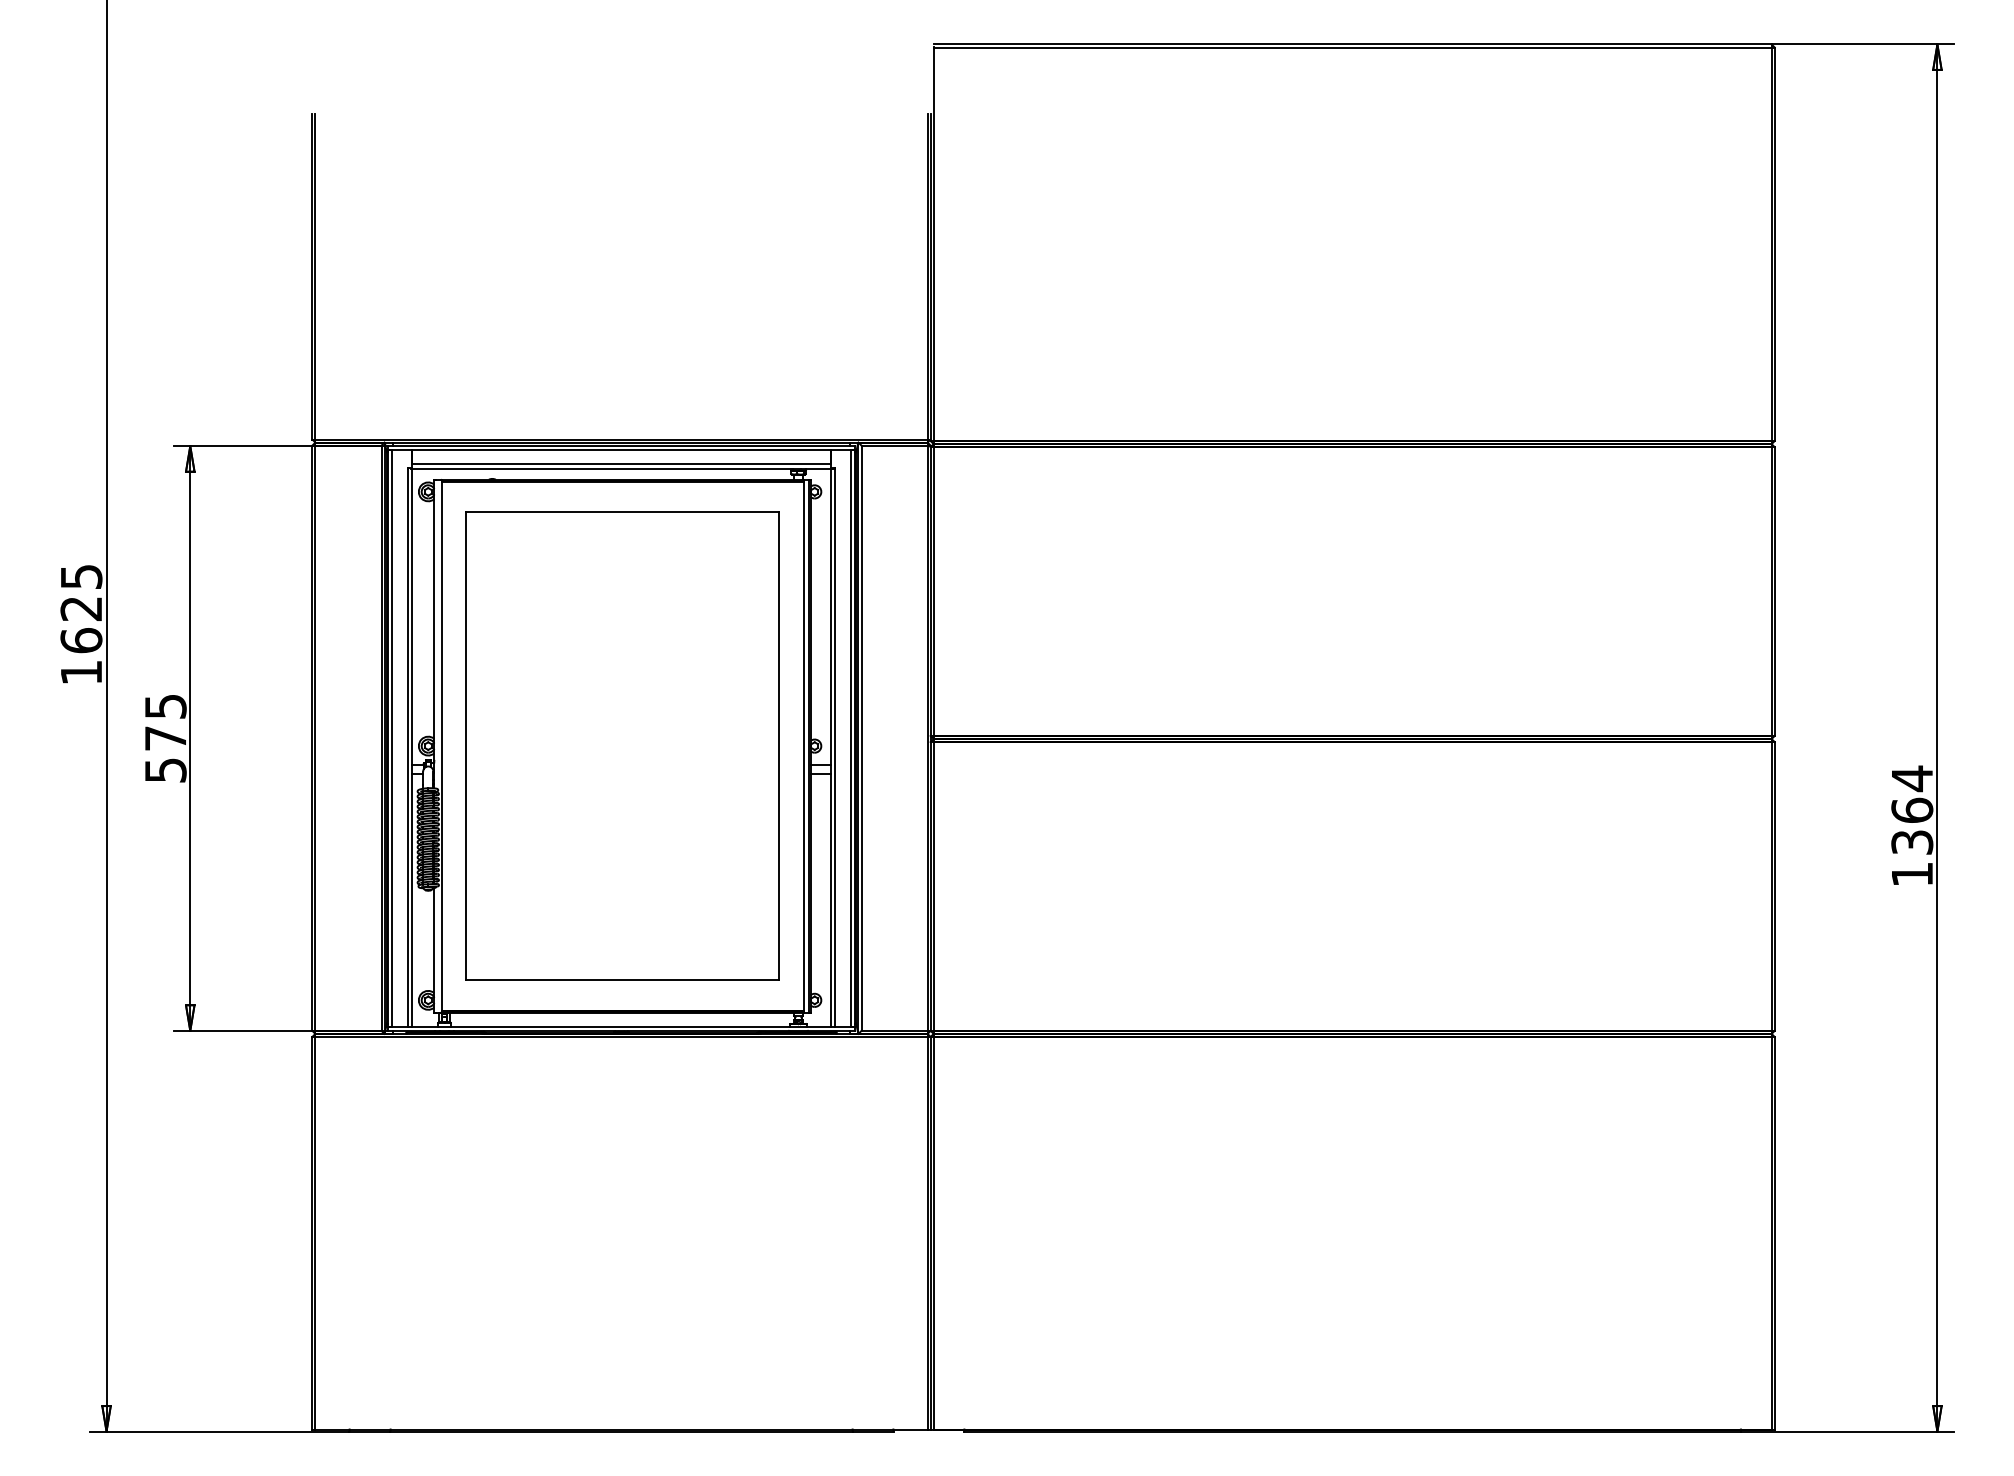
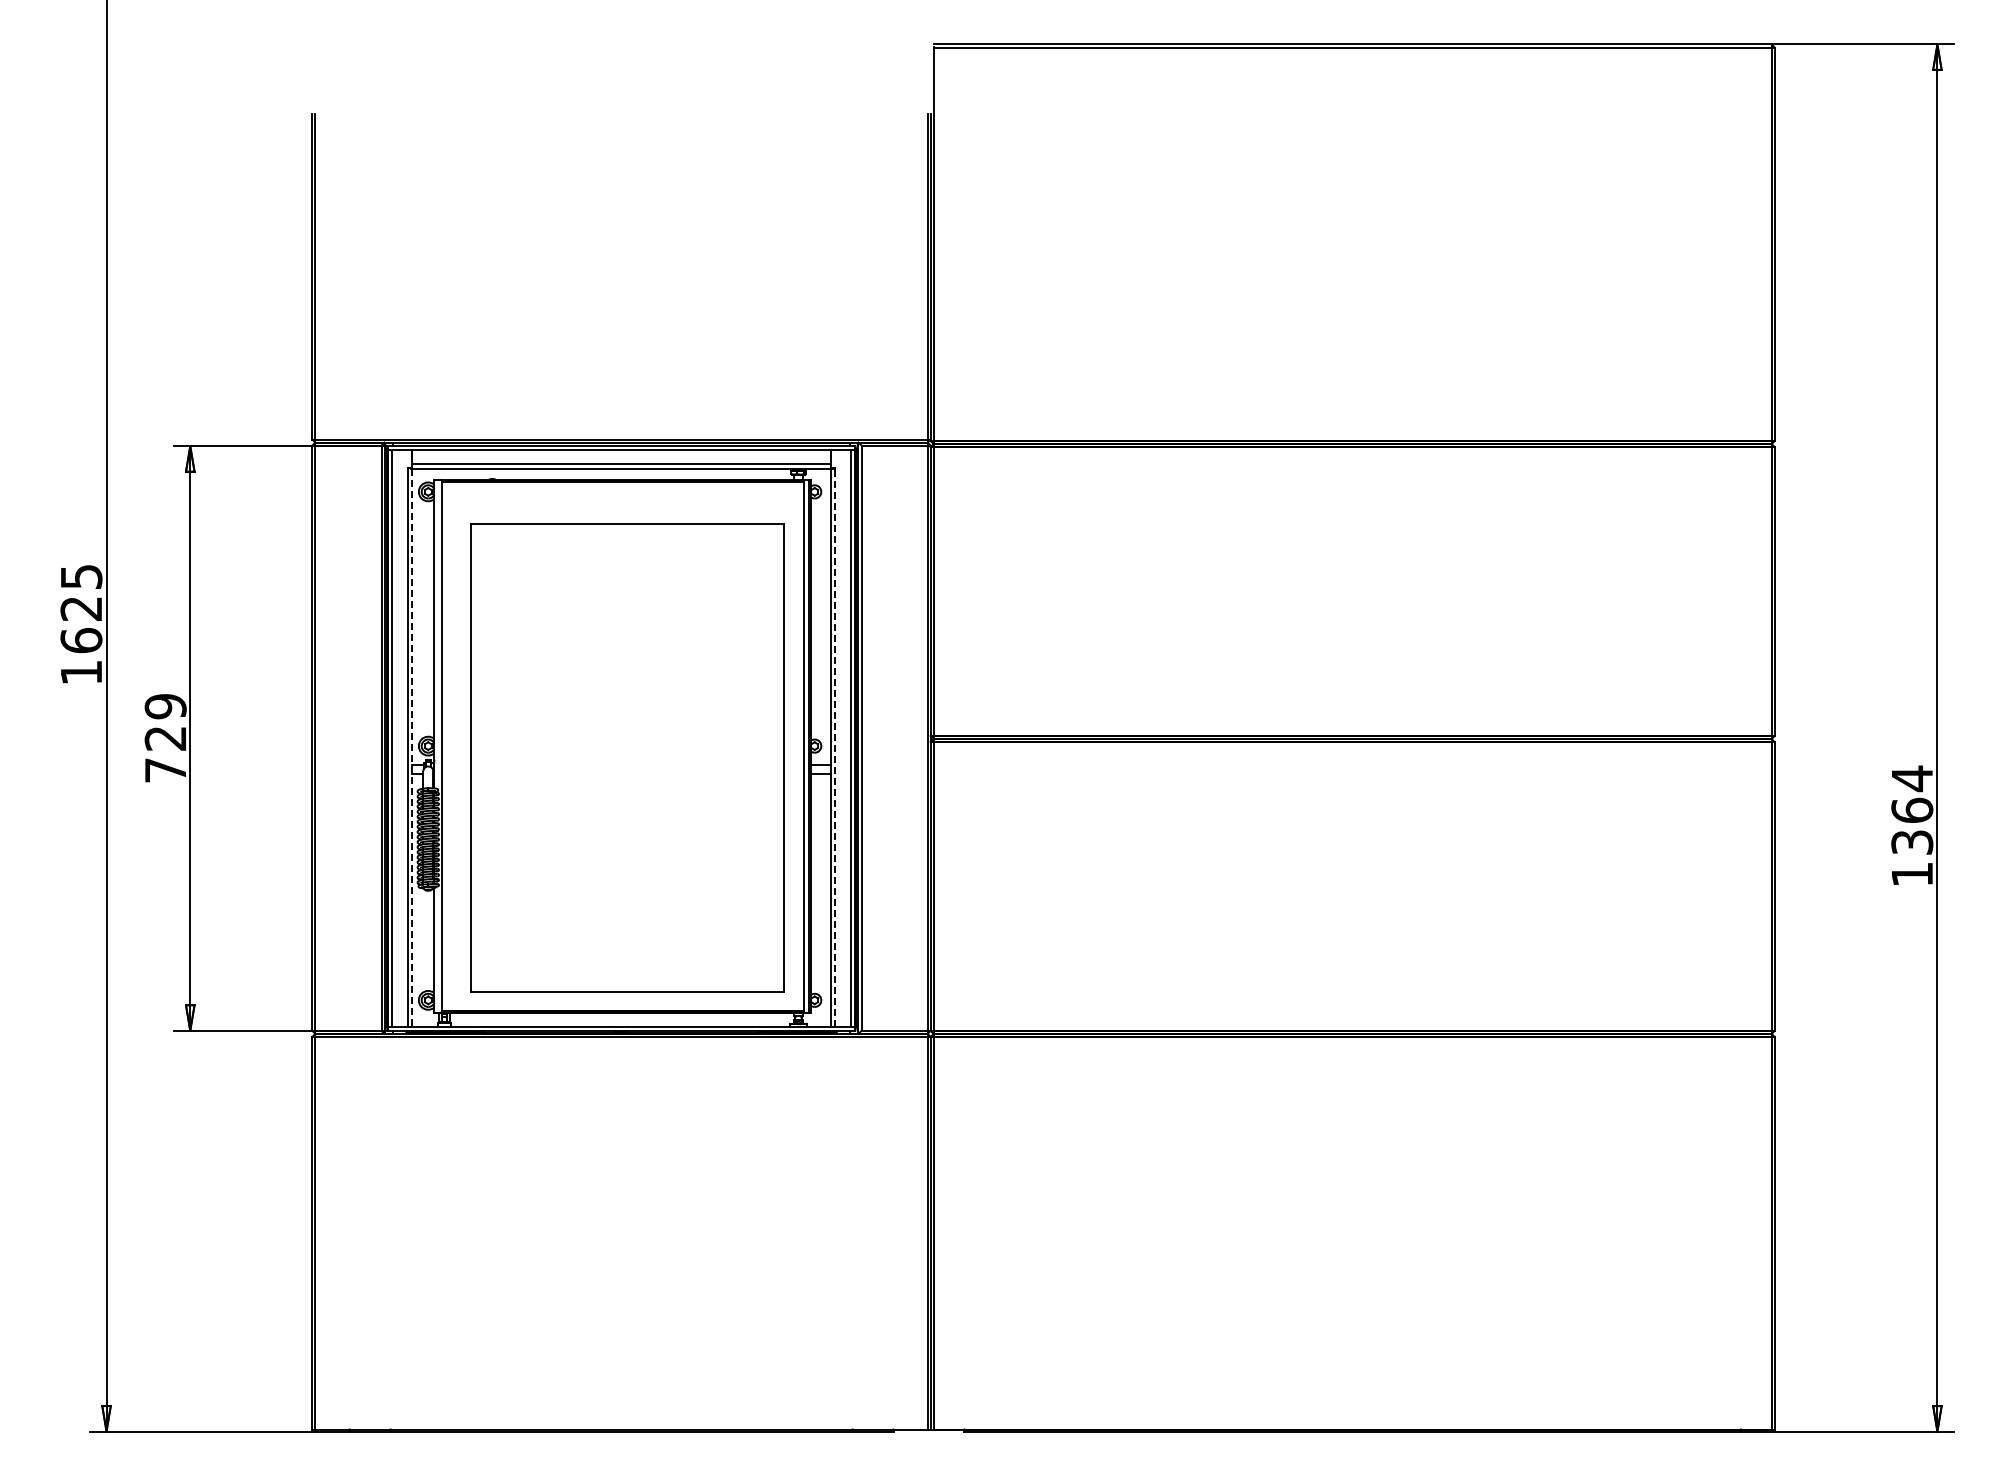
text at (165, 738): 575 -> 729
part at (622, 745) position: (622, 745) -> (627, 757)
line at (835, 747): solid -> dashed
line at (412, 748): solid -> dashed
